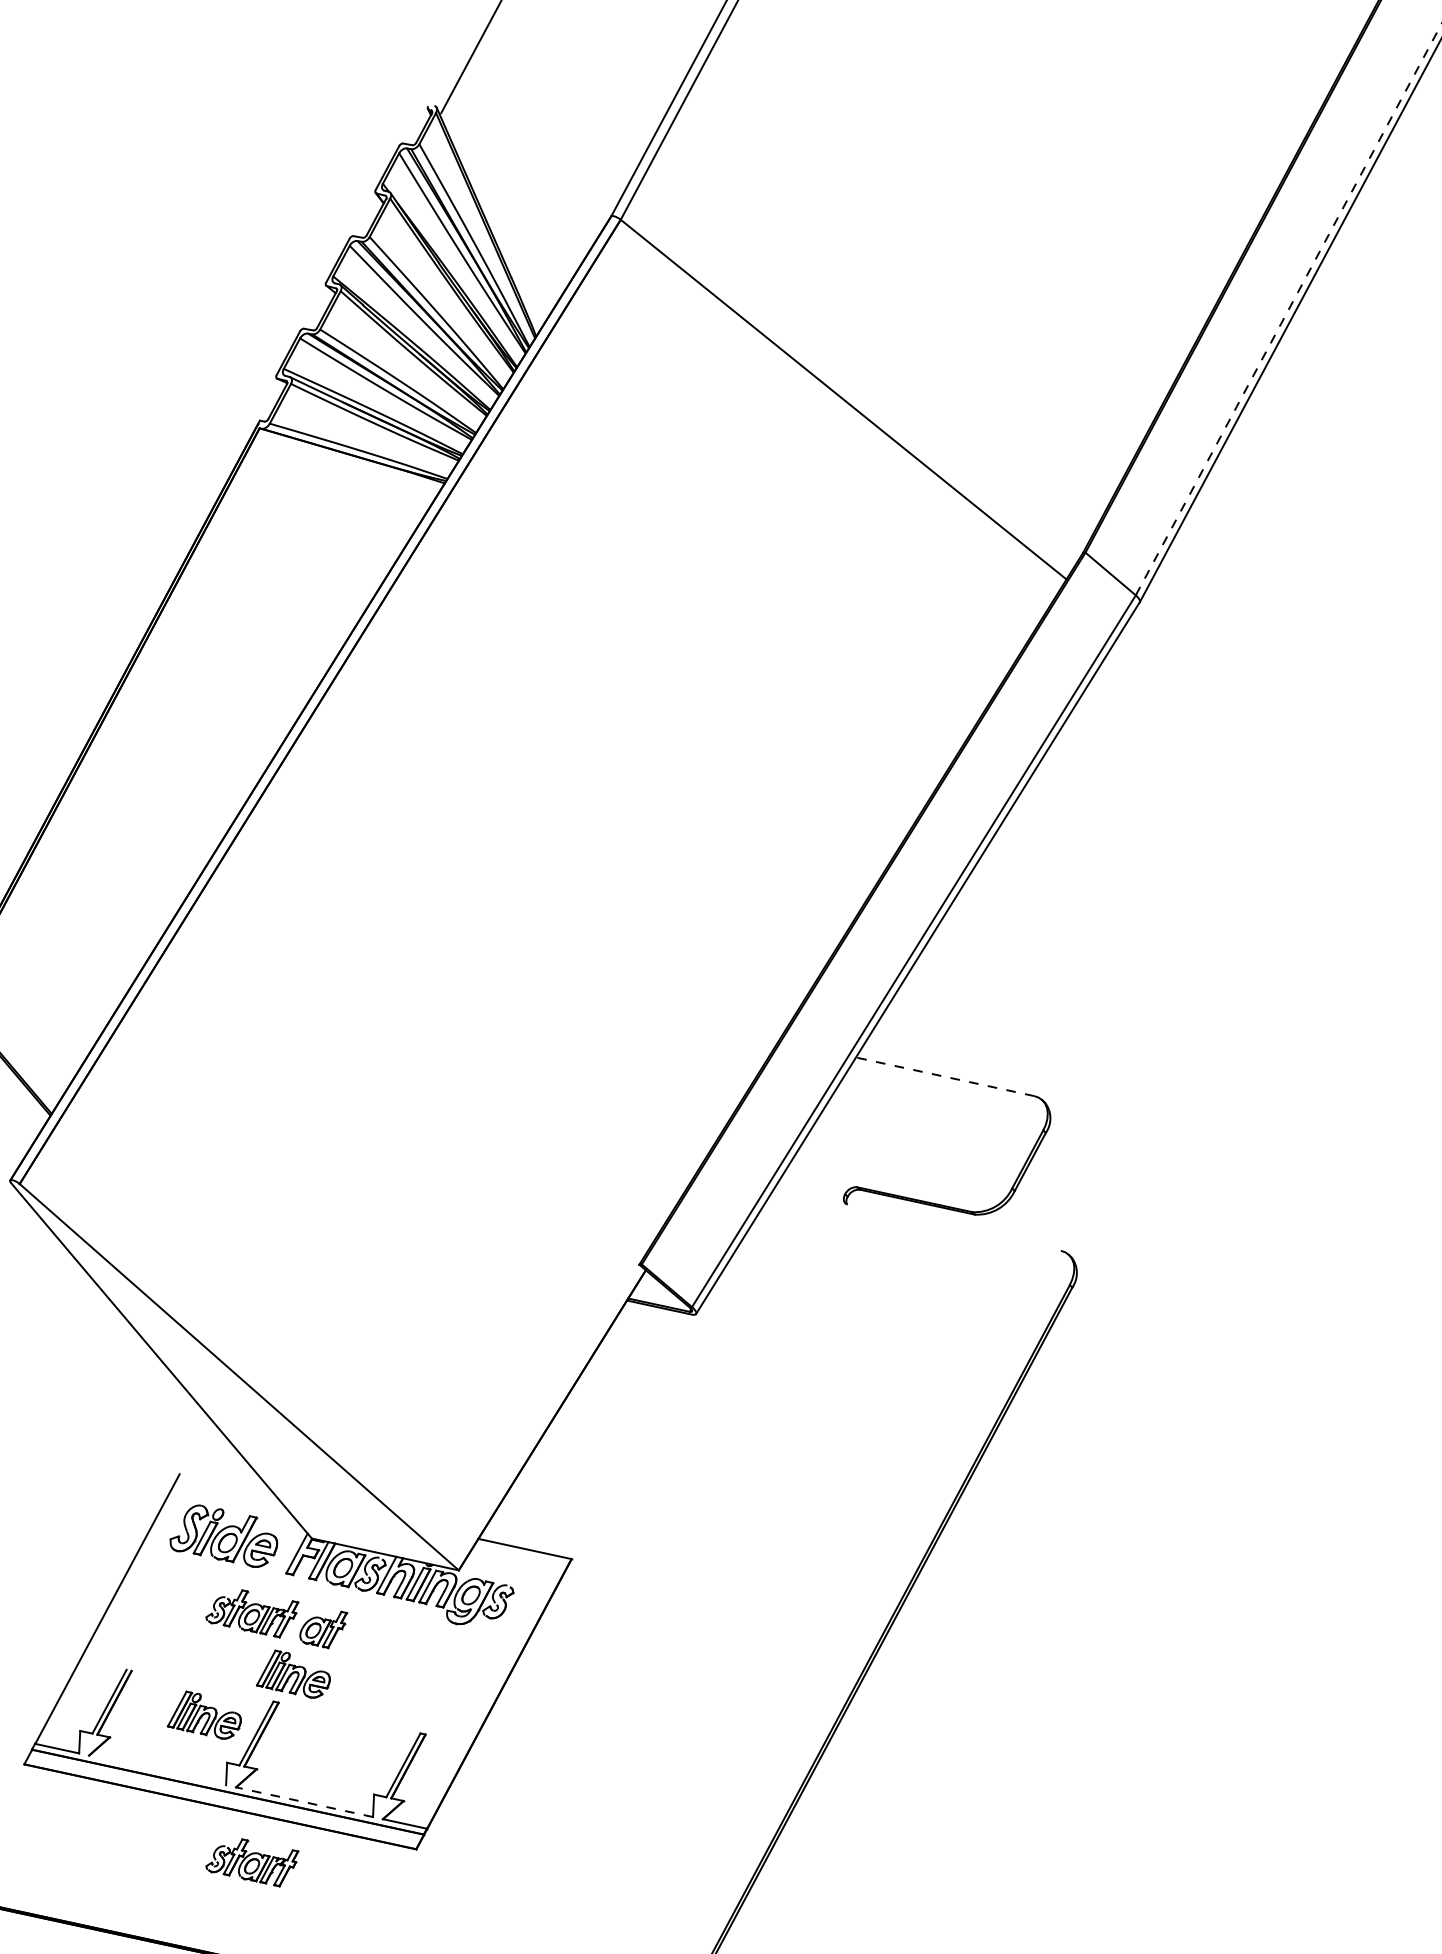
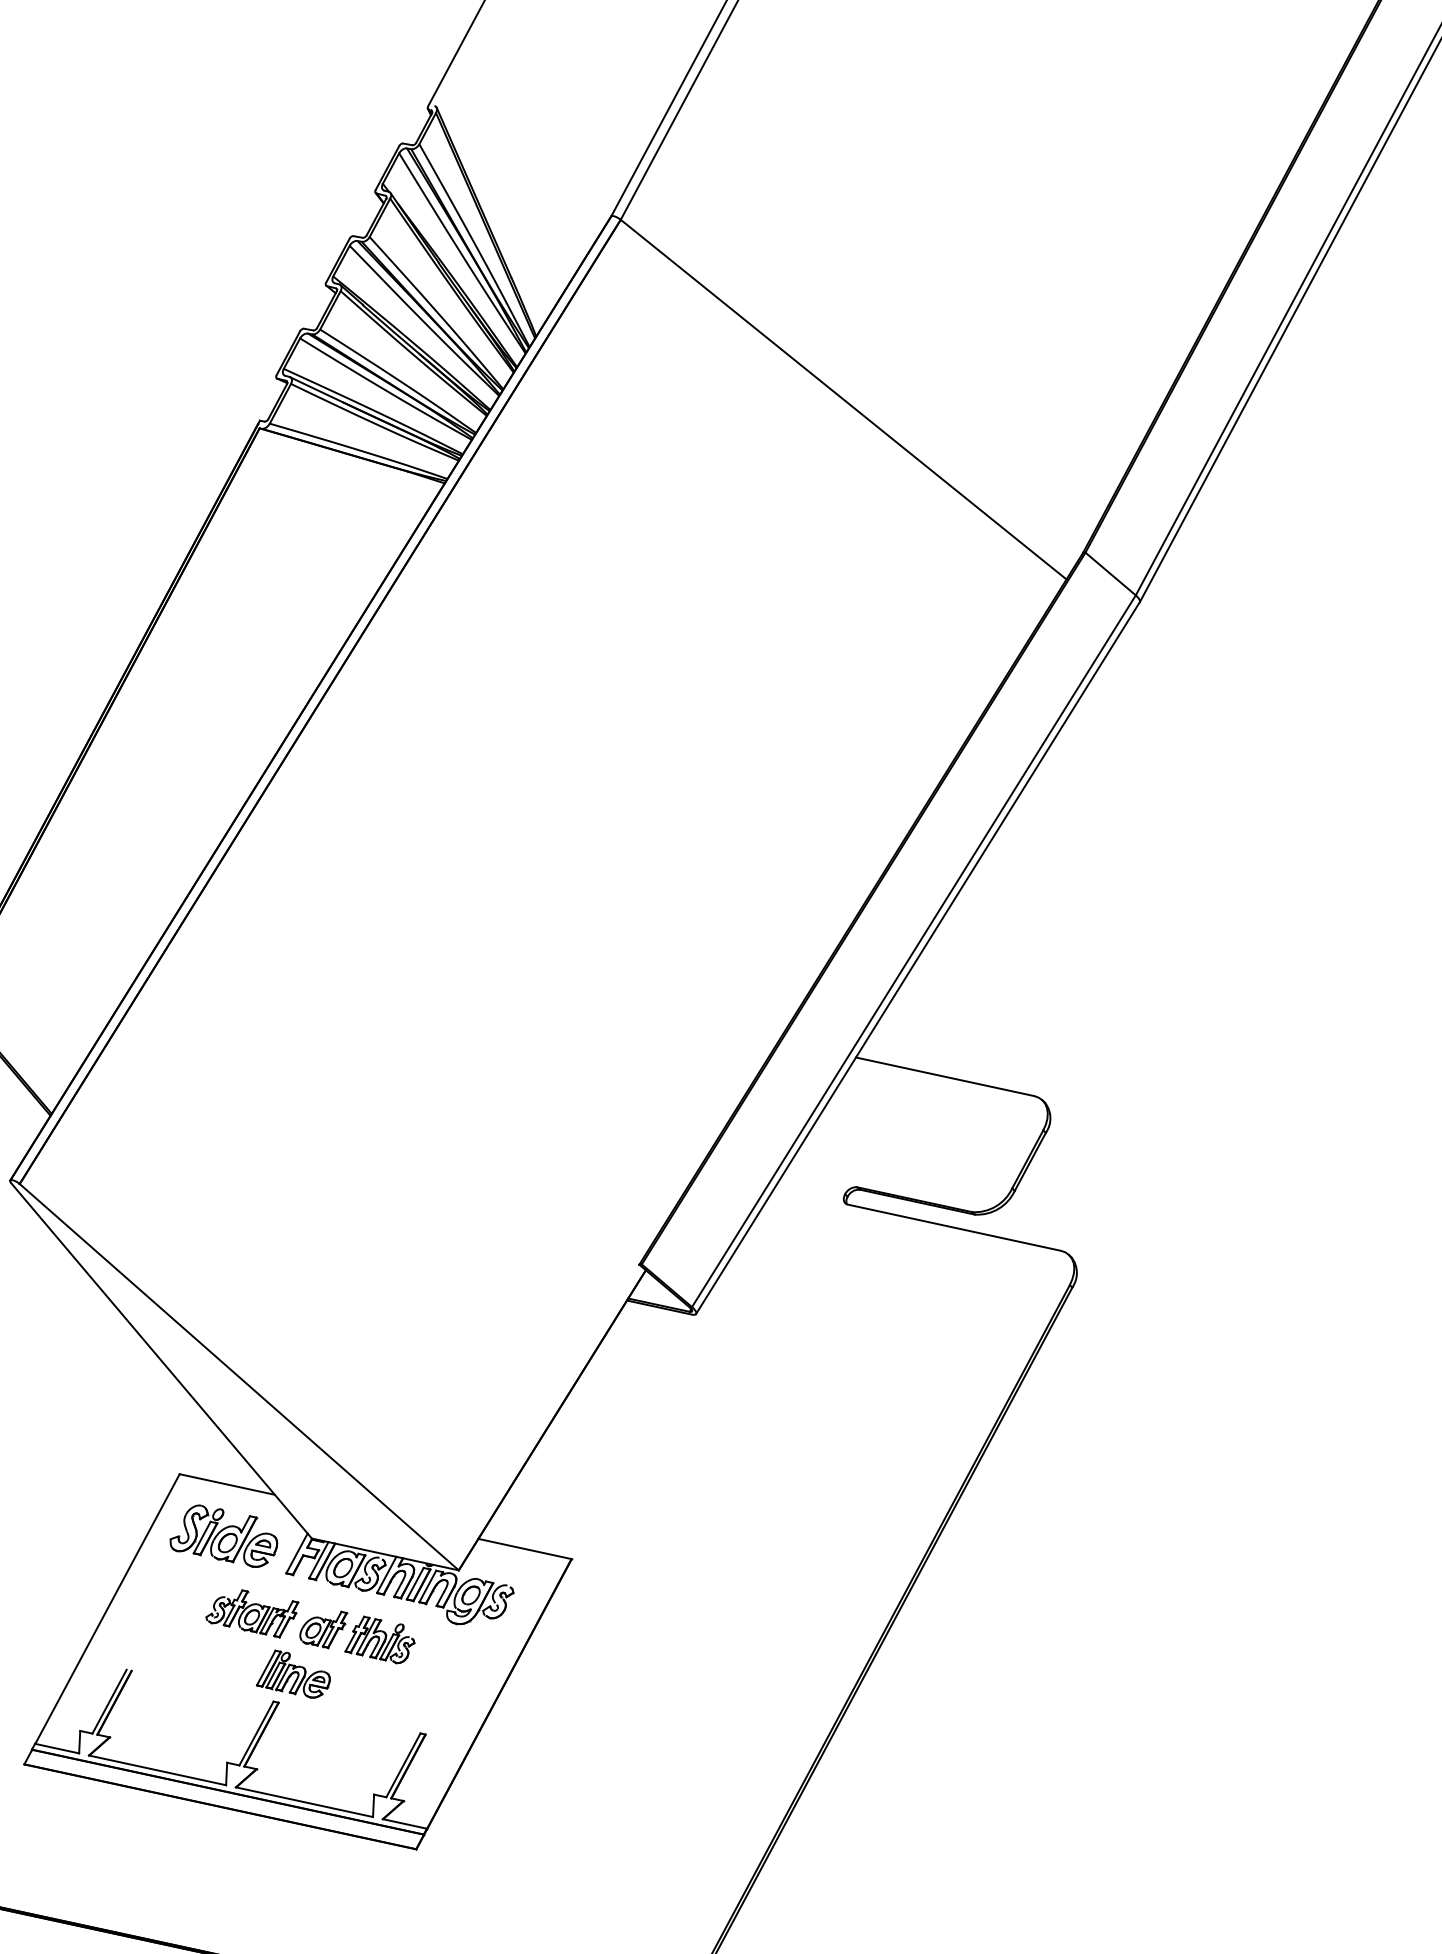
line at (470, 57) position: (470, 57) -> (455, 54)
line at (1288, 309): dashed -> solid
line at (944, 1076): dashed -> solid
line at (953, 1227): none -> present
line at (226, 1484): none -> present
part at (379, 1639): none -> present
part at (203, 1714): present -> none
line at (157, 1770): none -> present
line at (303, 1802): dashed -> solid
part at (252, 1862): present -> none
